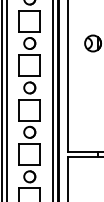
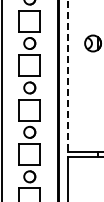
line at (67, 76): solid -> dashed
line at (6, 100): present -> none
line at (52, 100): present -> none
